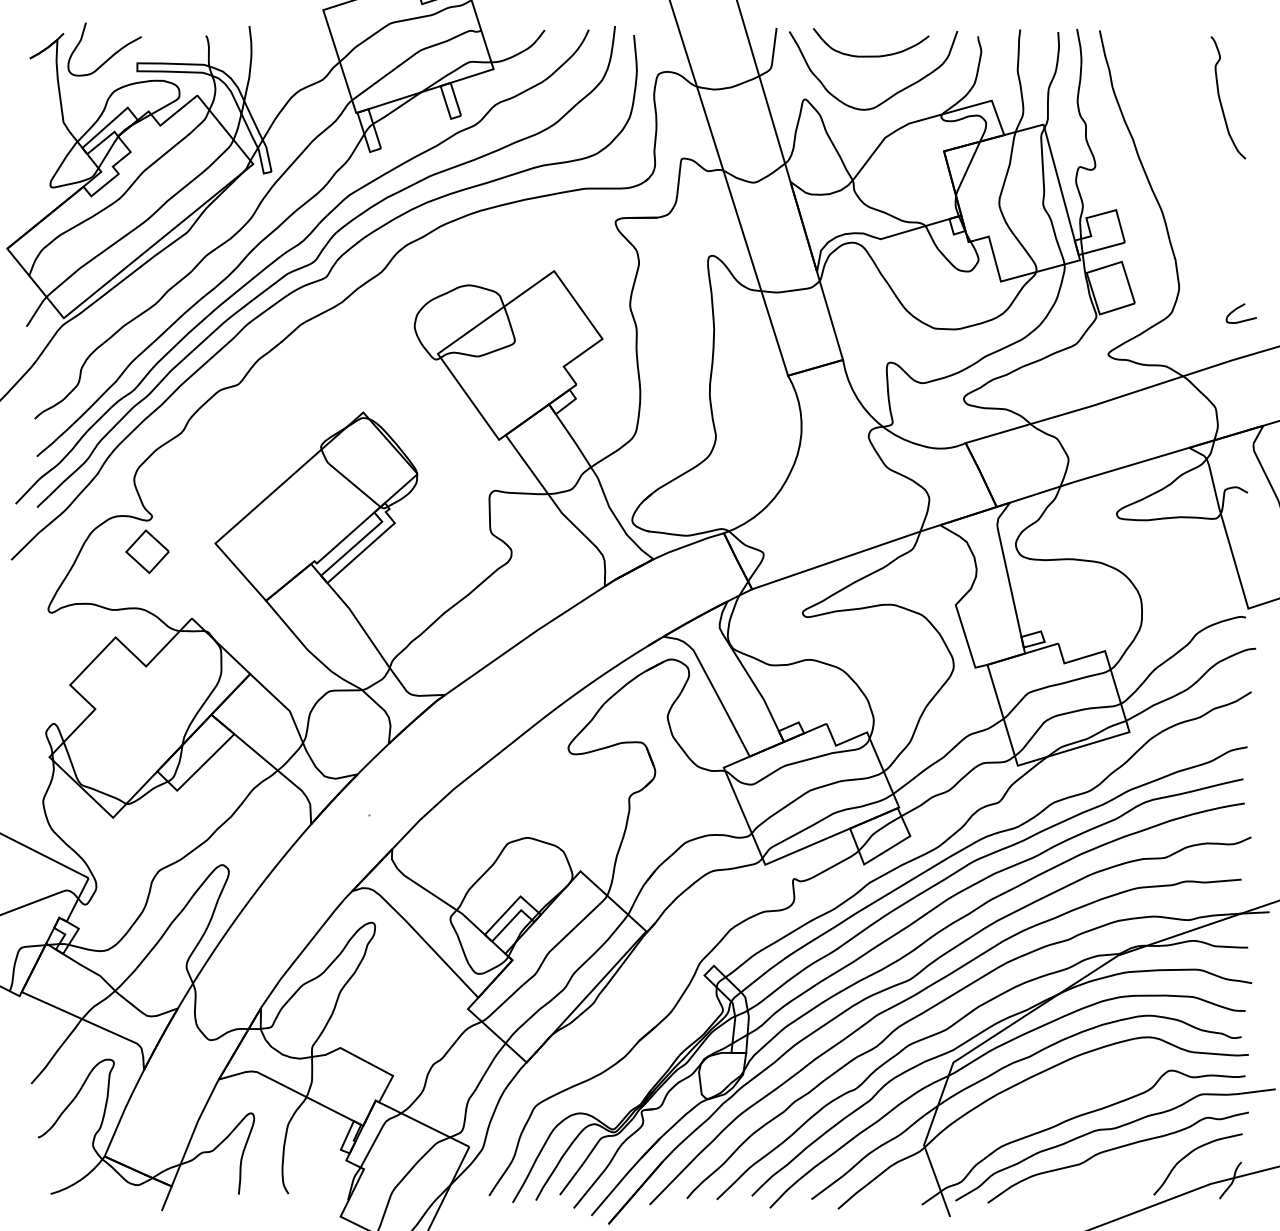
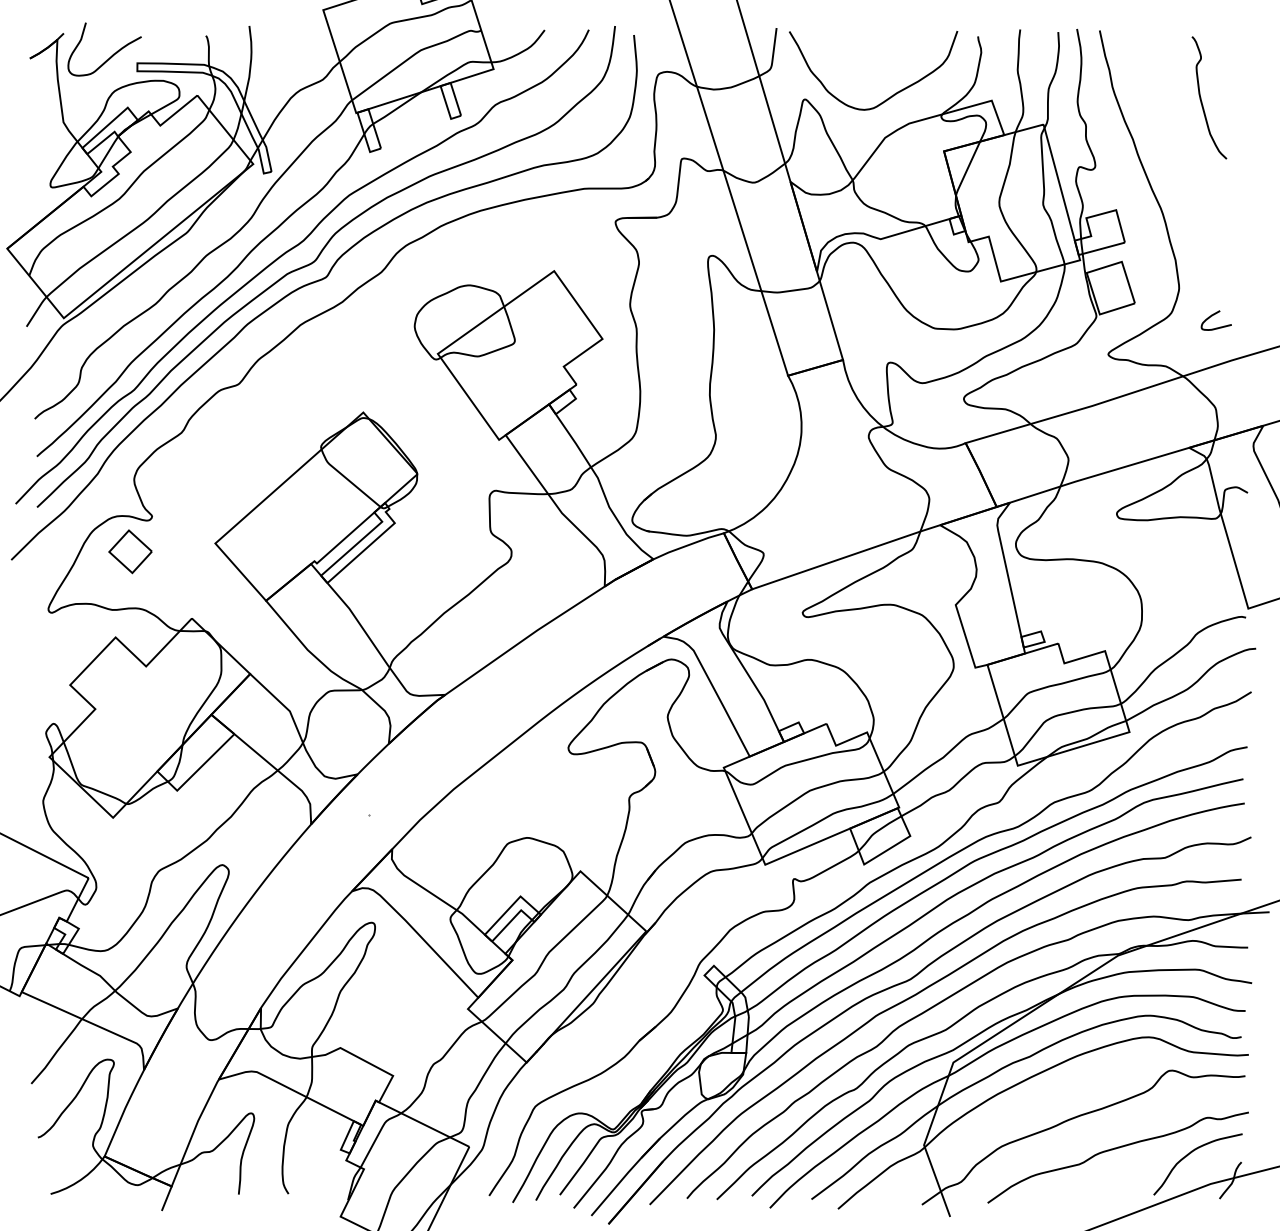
curve at (871, 55): present -> none
curve at (1220, 97) position: (1220, 97) -> (1201, 97)
curve at (1237, 309) position: (1237, 309) -> (1212, 316)
part at (147, 551) position: (147, 551) -> (130, 551)
curve at (1115, 1129): present -> none
